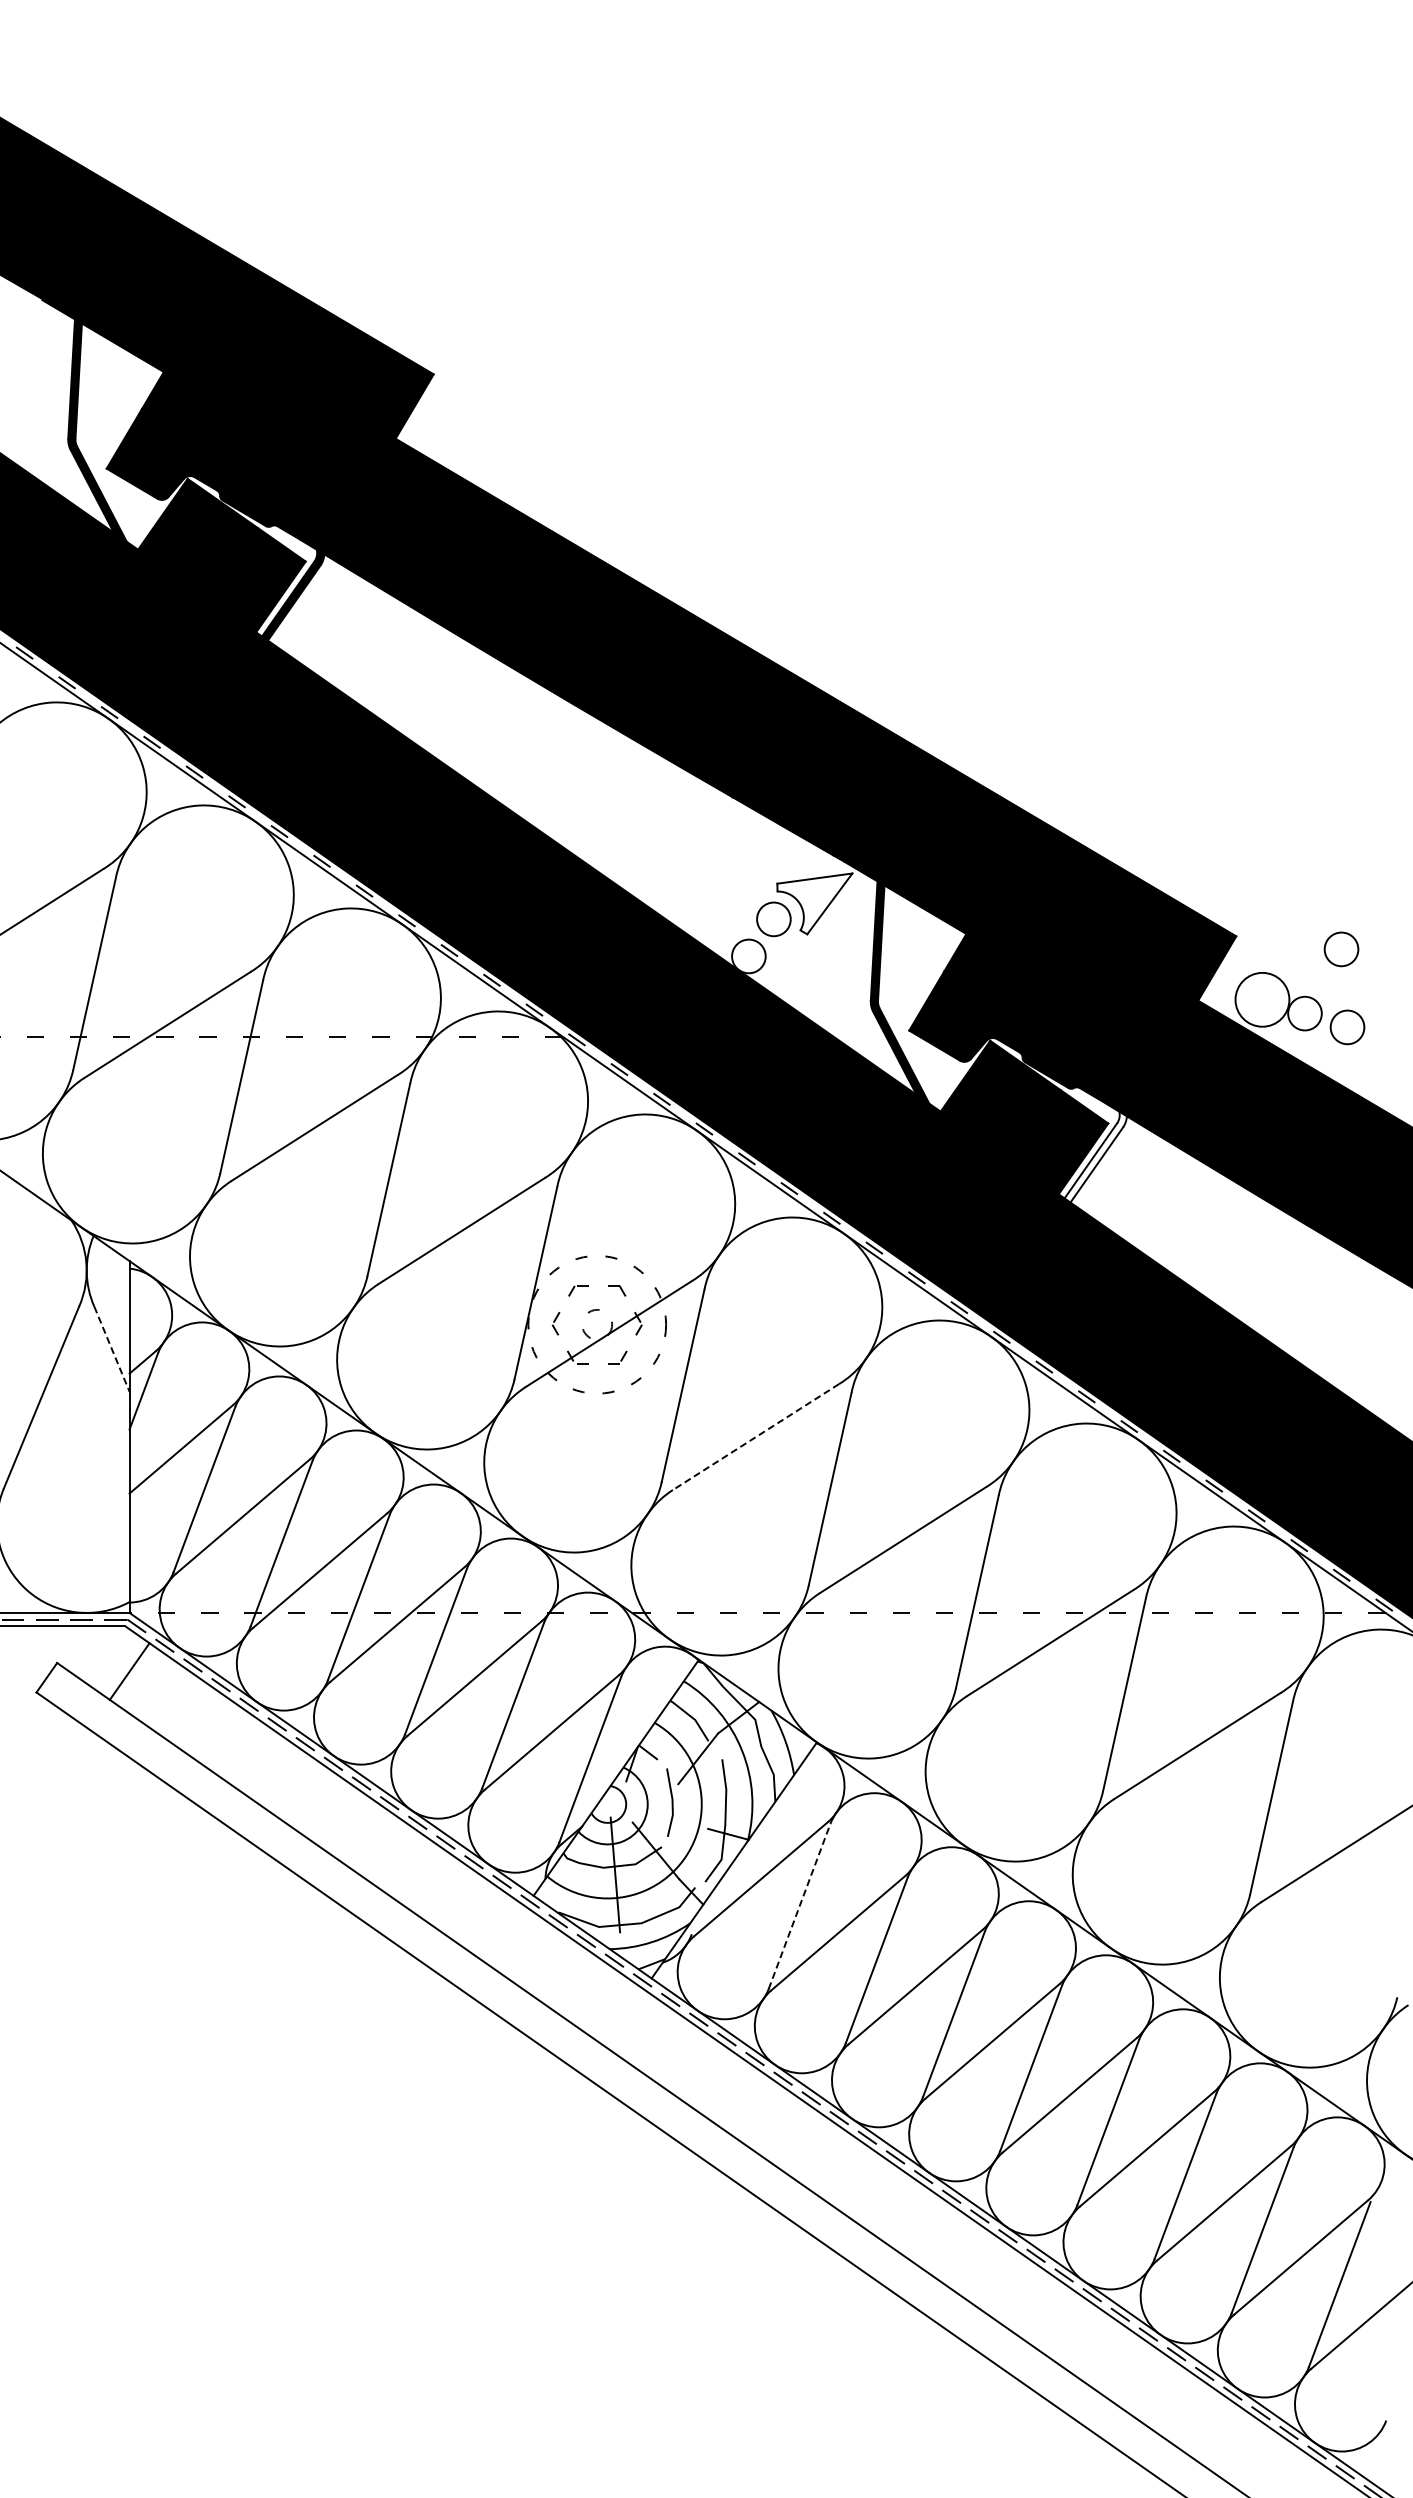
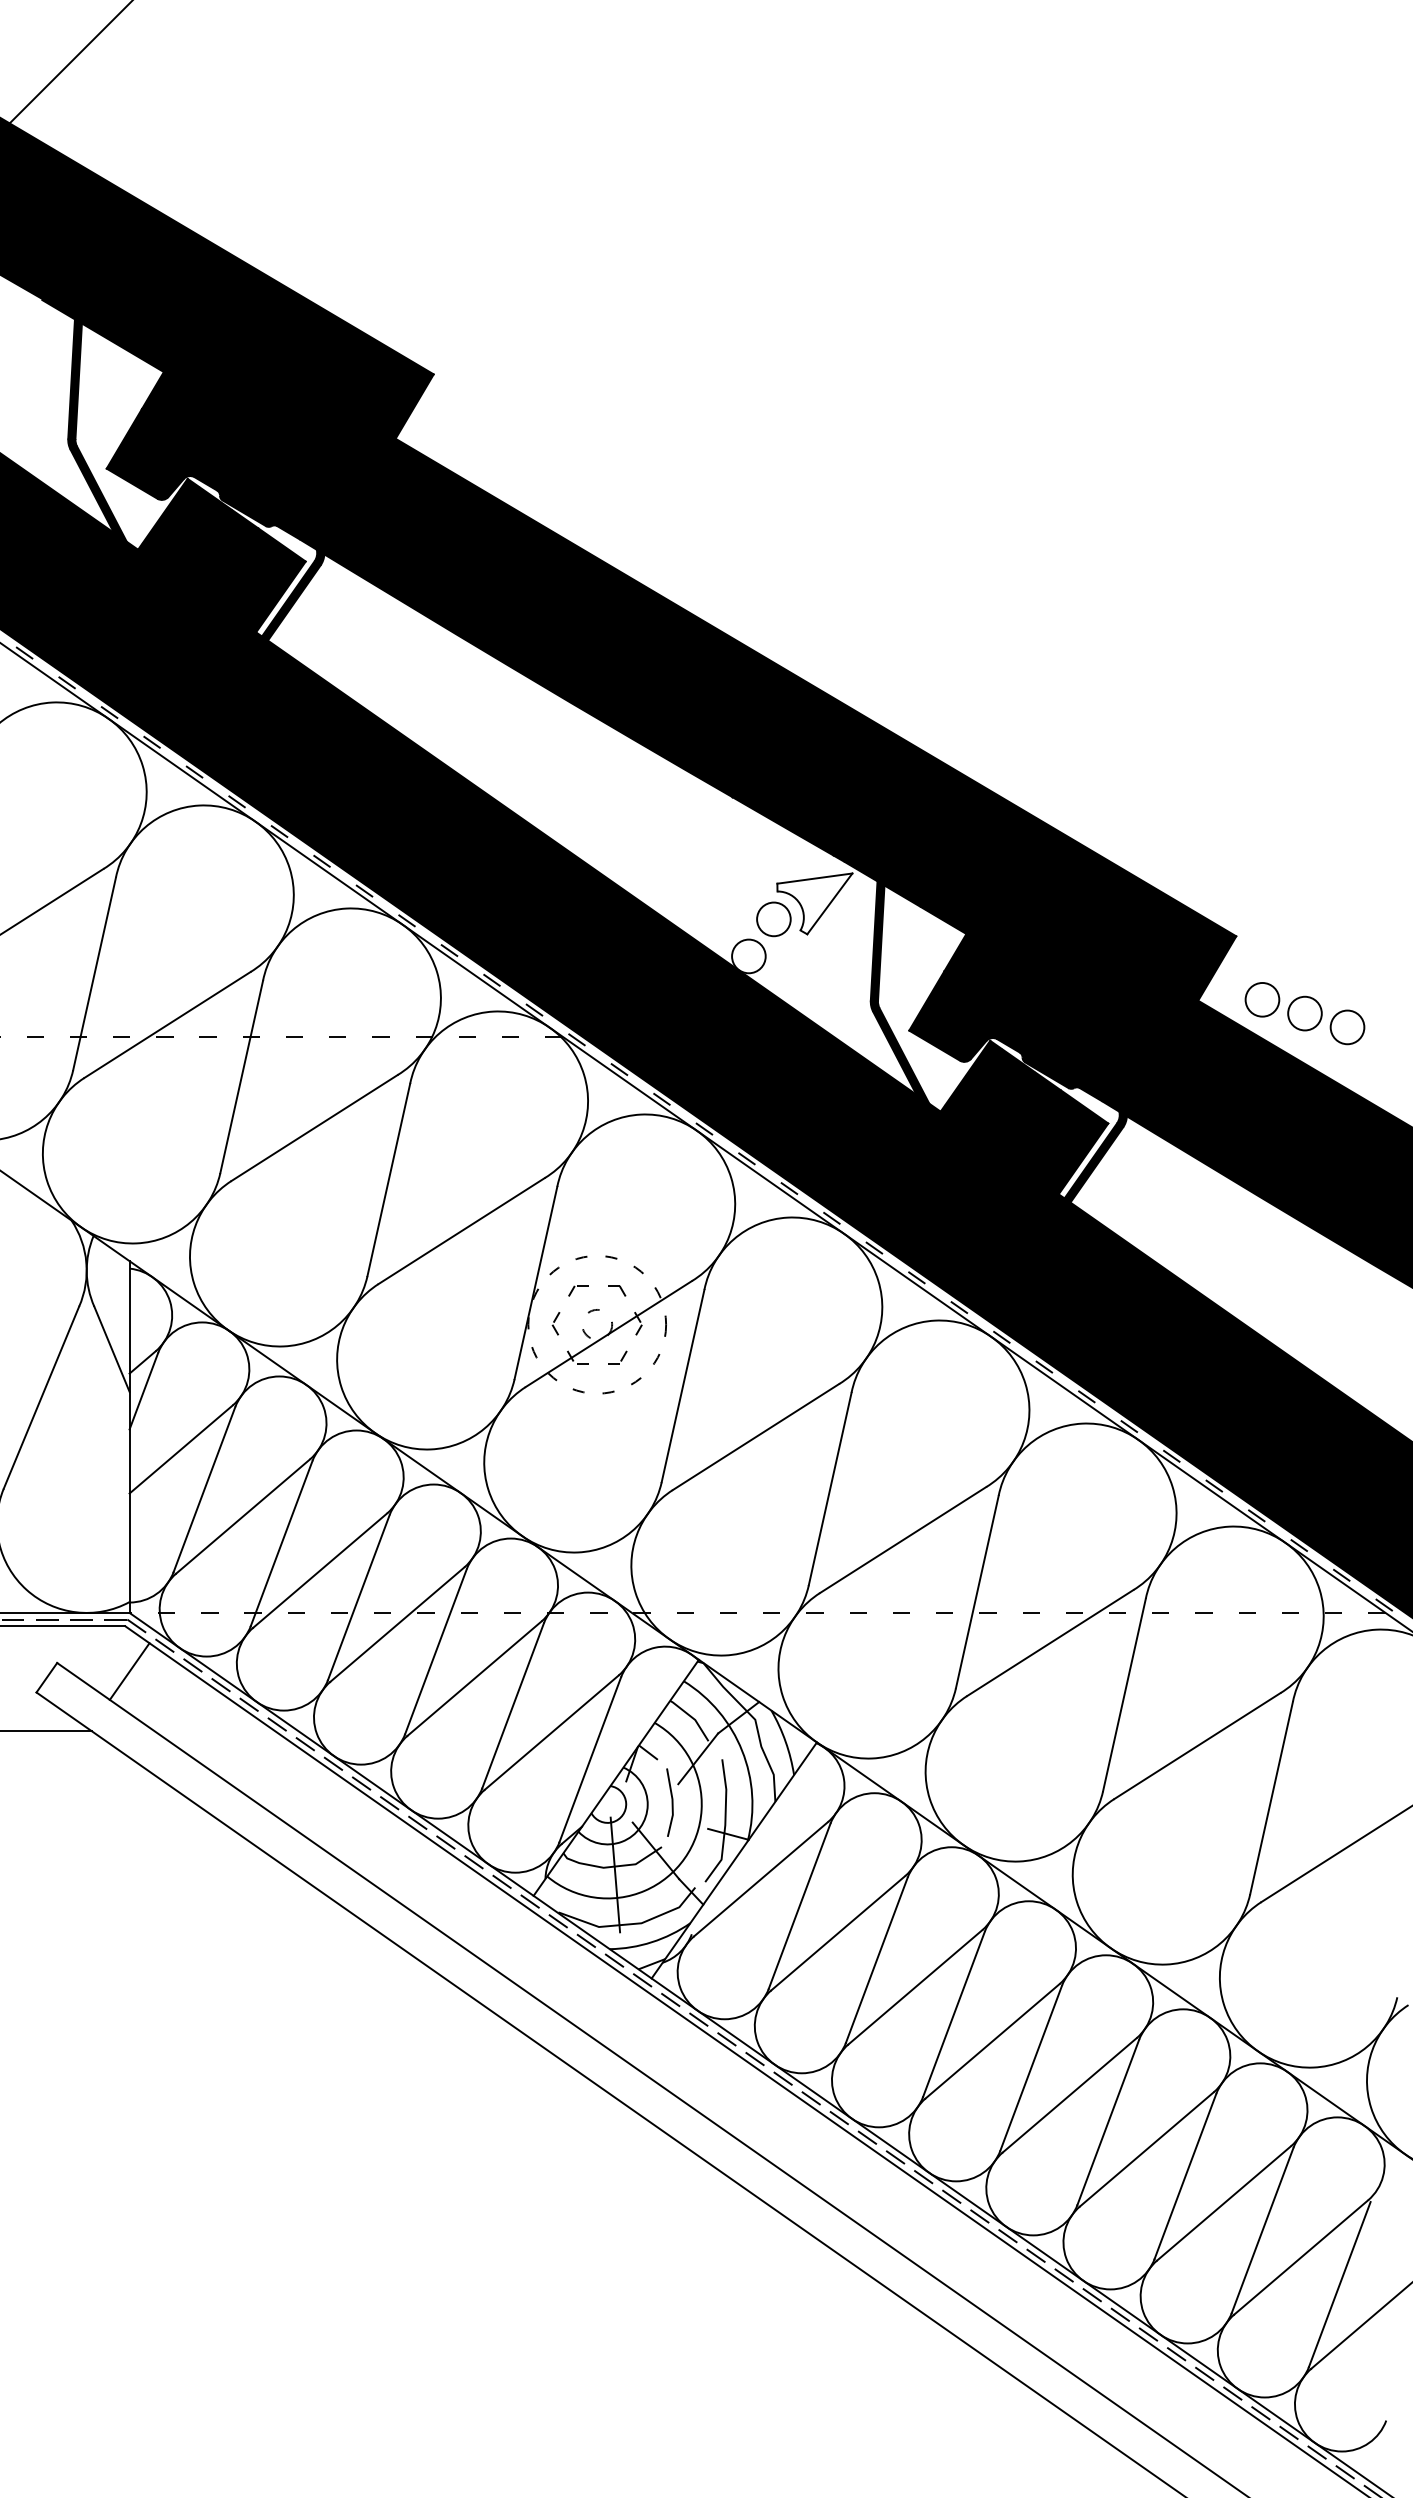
line at (66, 66): none -> present
circle at (1341, 949): present -> none
circle at (1262, 999) diameter: 54 px -> 34 px
fill at (1095, 1156): none -> present
line at (112, 1349): dashed -> solid
line at (755, 1437): dashed -> solid
line at (47, 1731): none -> present
line at (799, 1905): dashed -> solid
